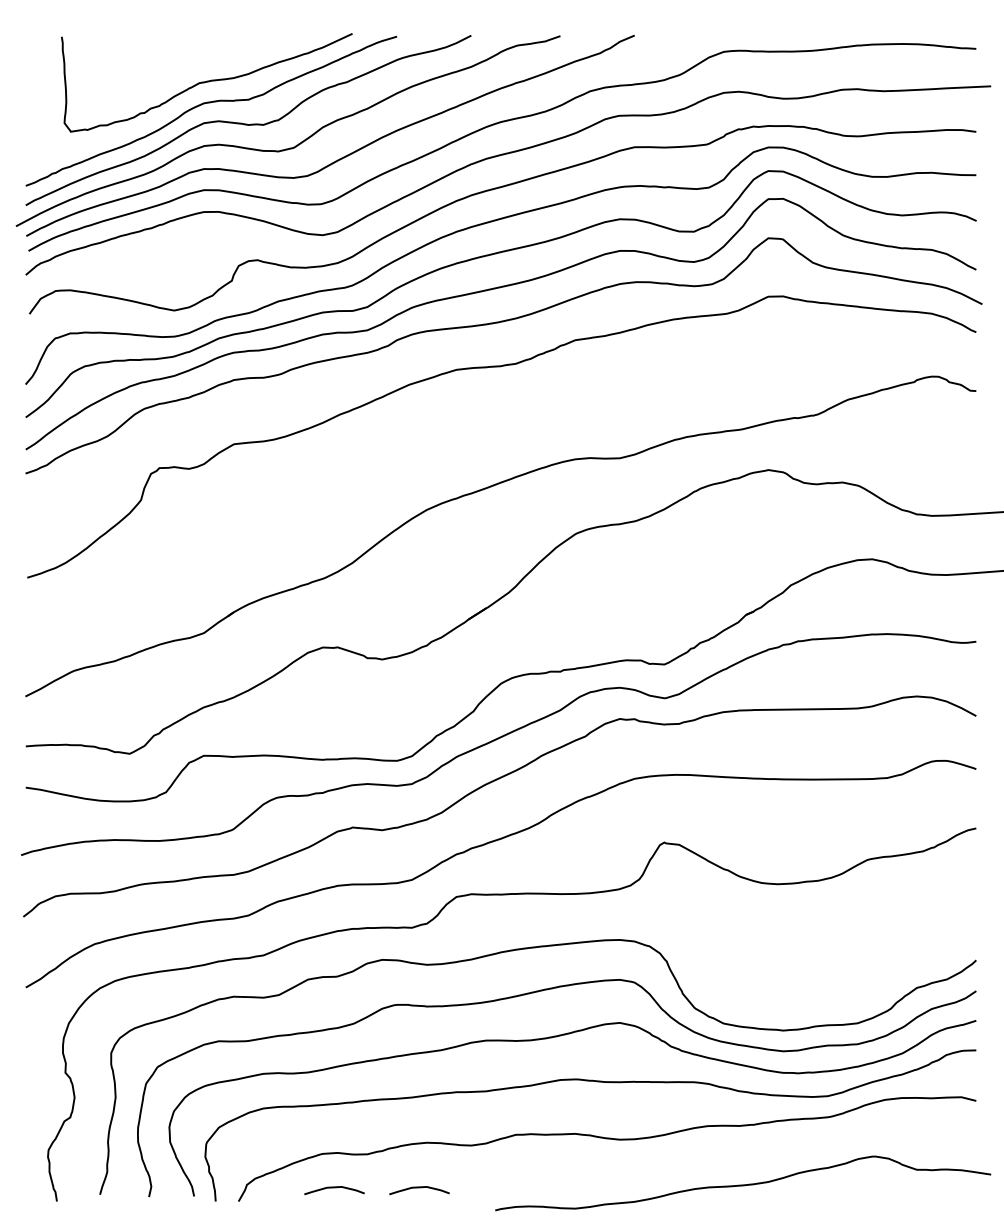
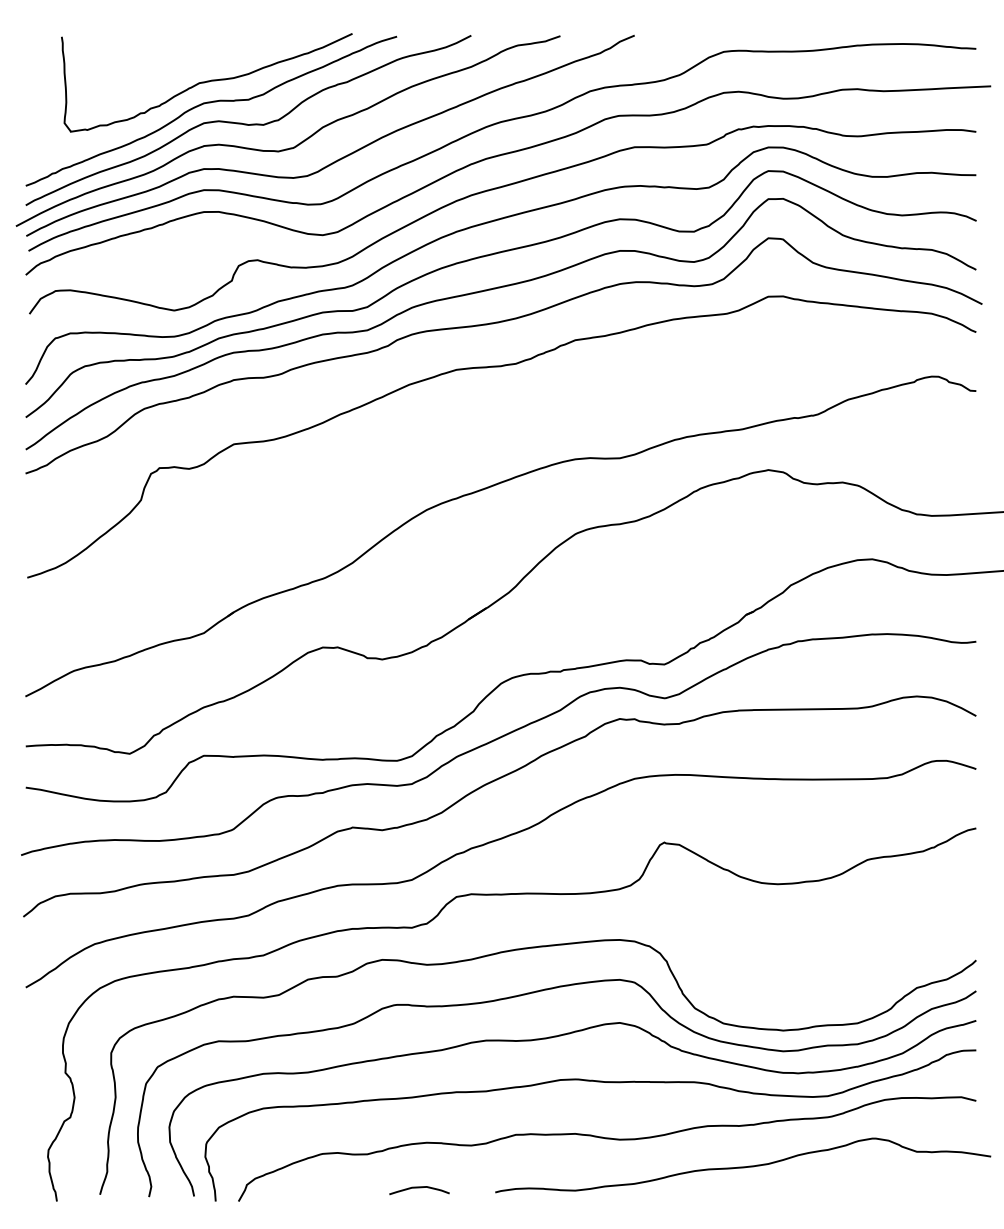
curve at (743, 1184) position: (743, 1184) -> (743, 1166)
curve at (334, 1188): present -> none
